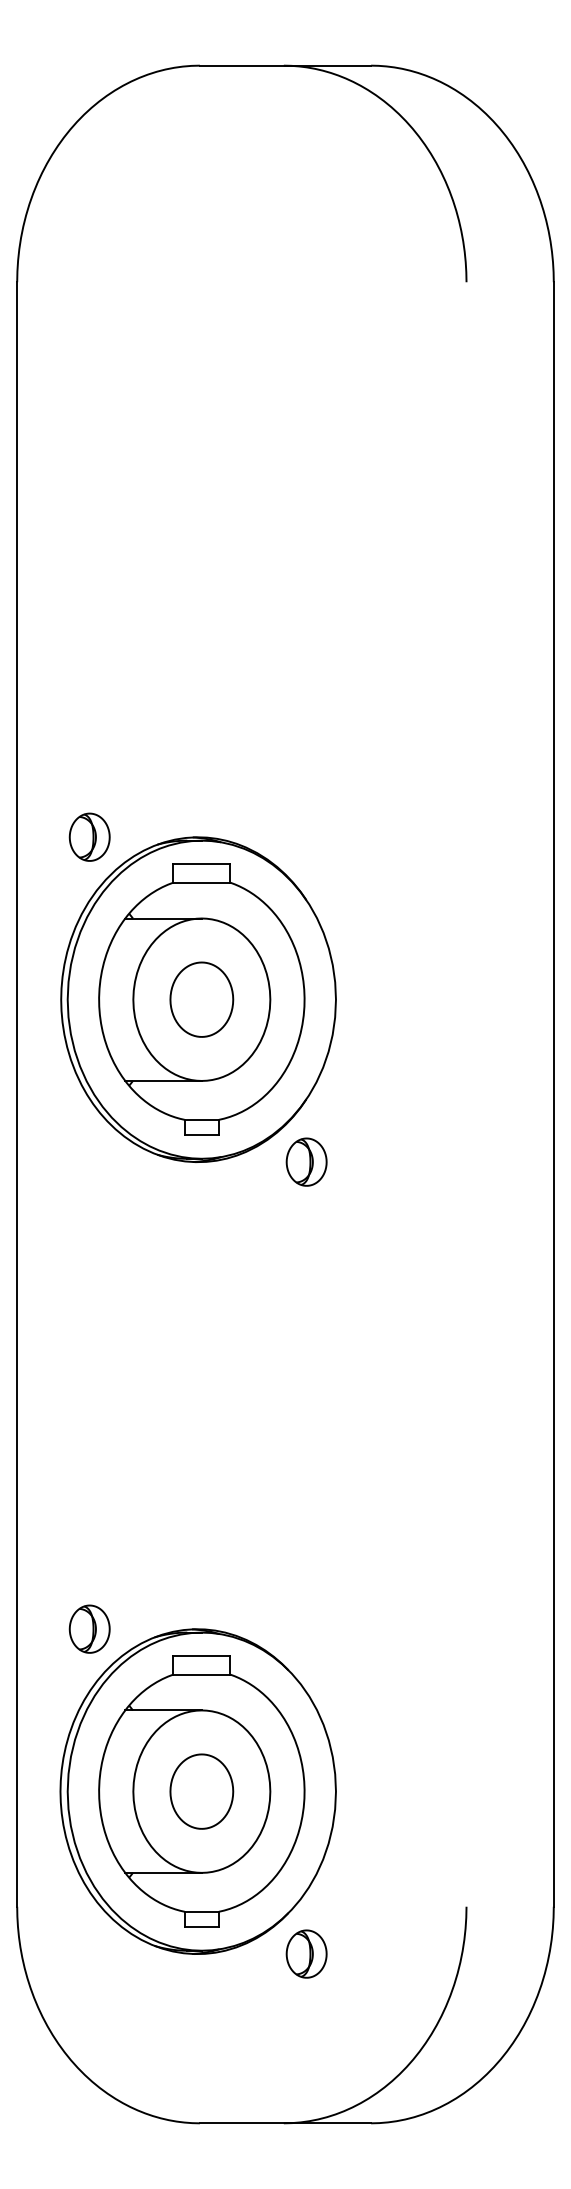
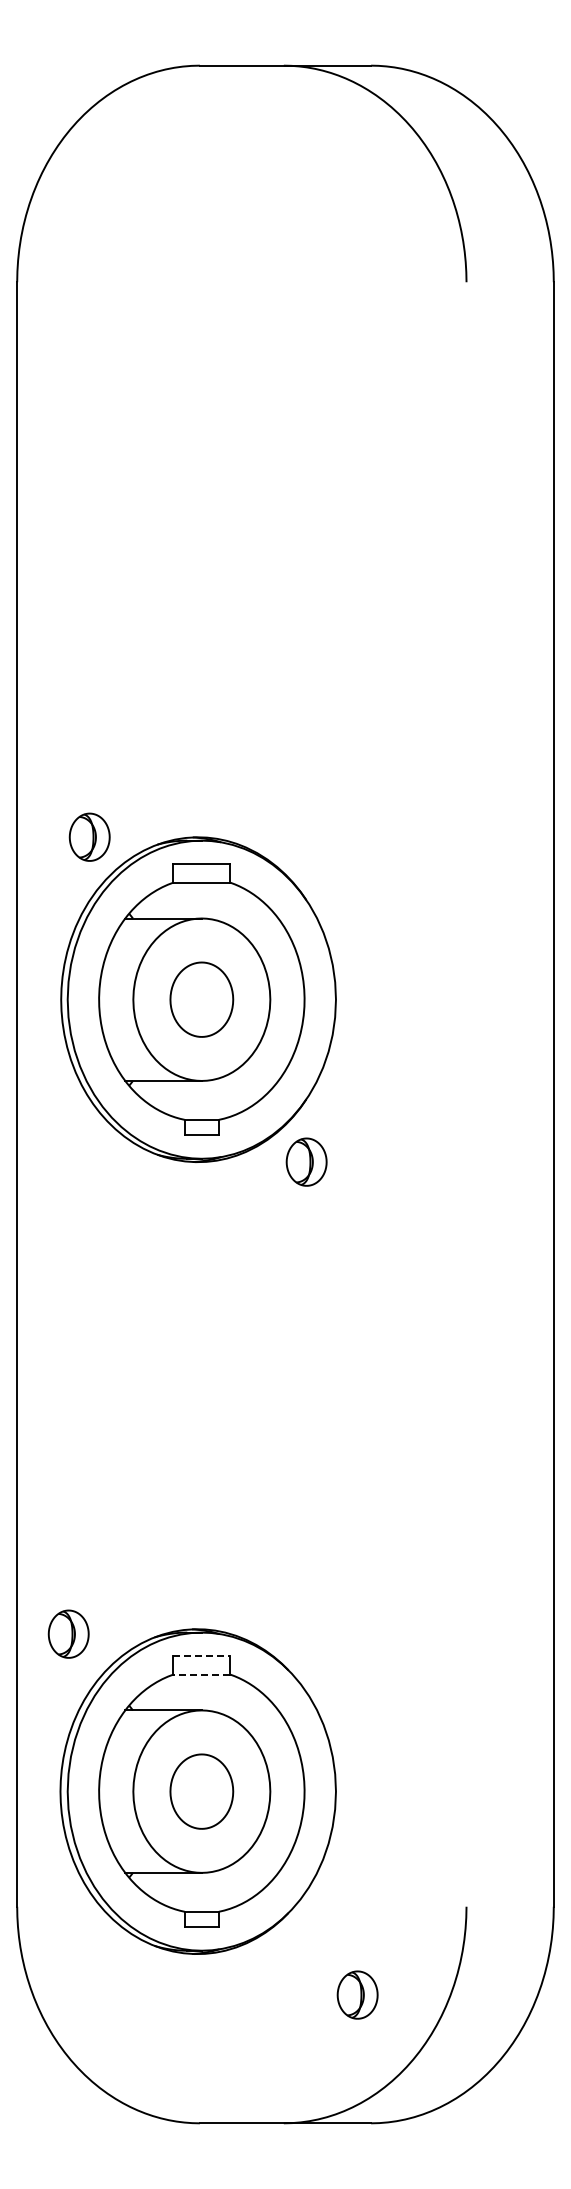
part at (89, 1628) position: (89, 1628) -> (68, 1633)
line at (201, 1656): solid -> dashed
line at (201, 1674): solid -> dashed
part at (306, 1953) position: (306, 1953) -> (357, 1994)
